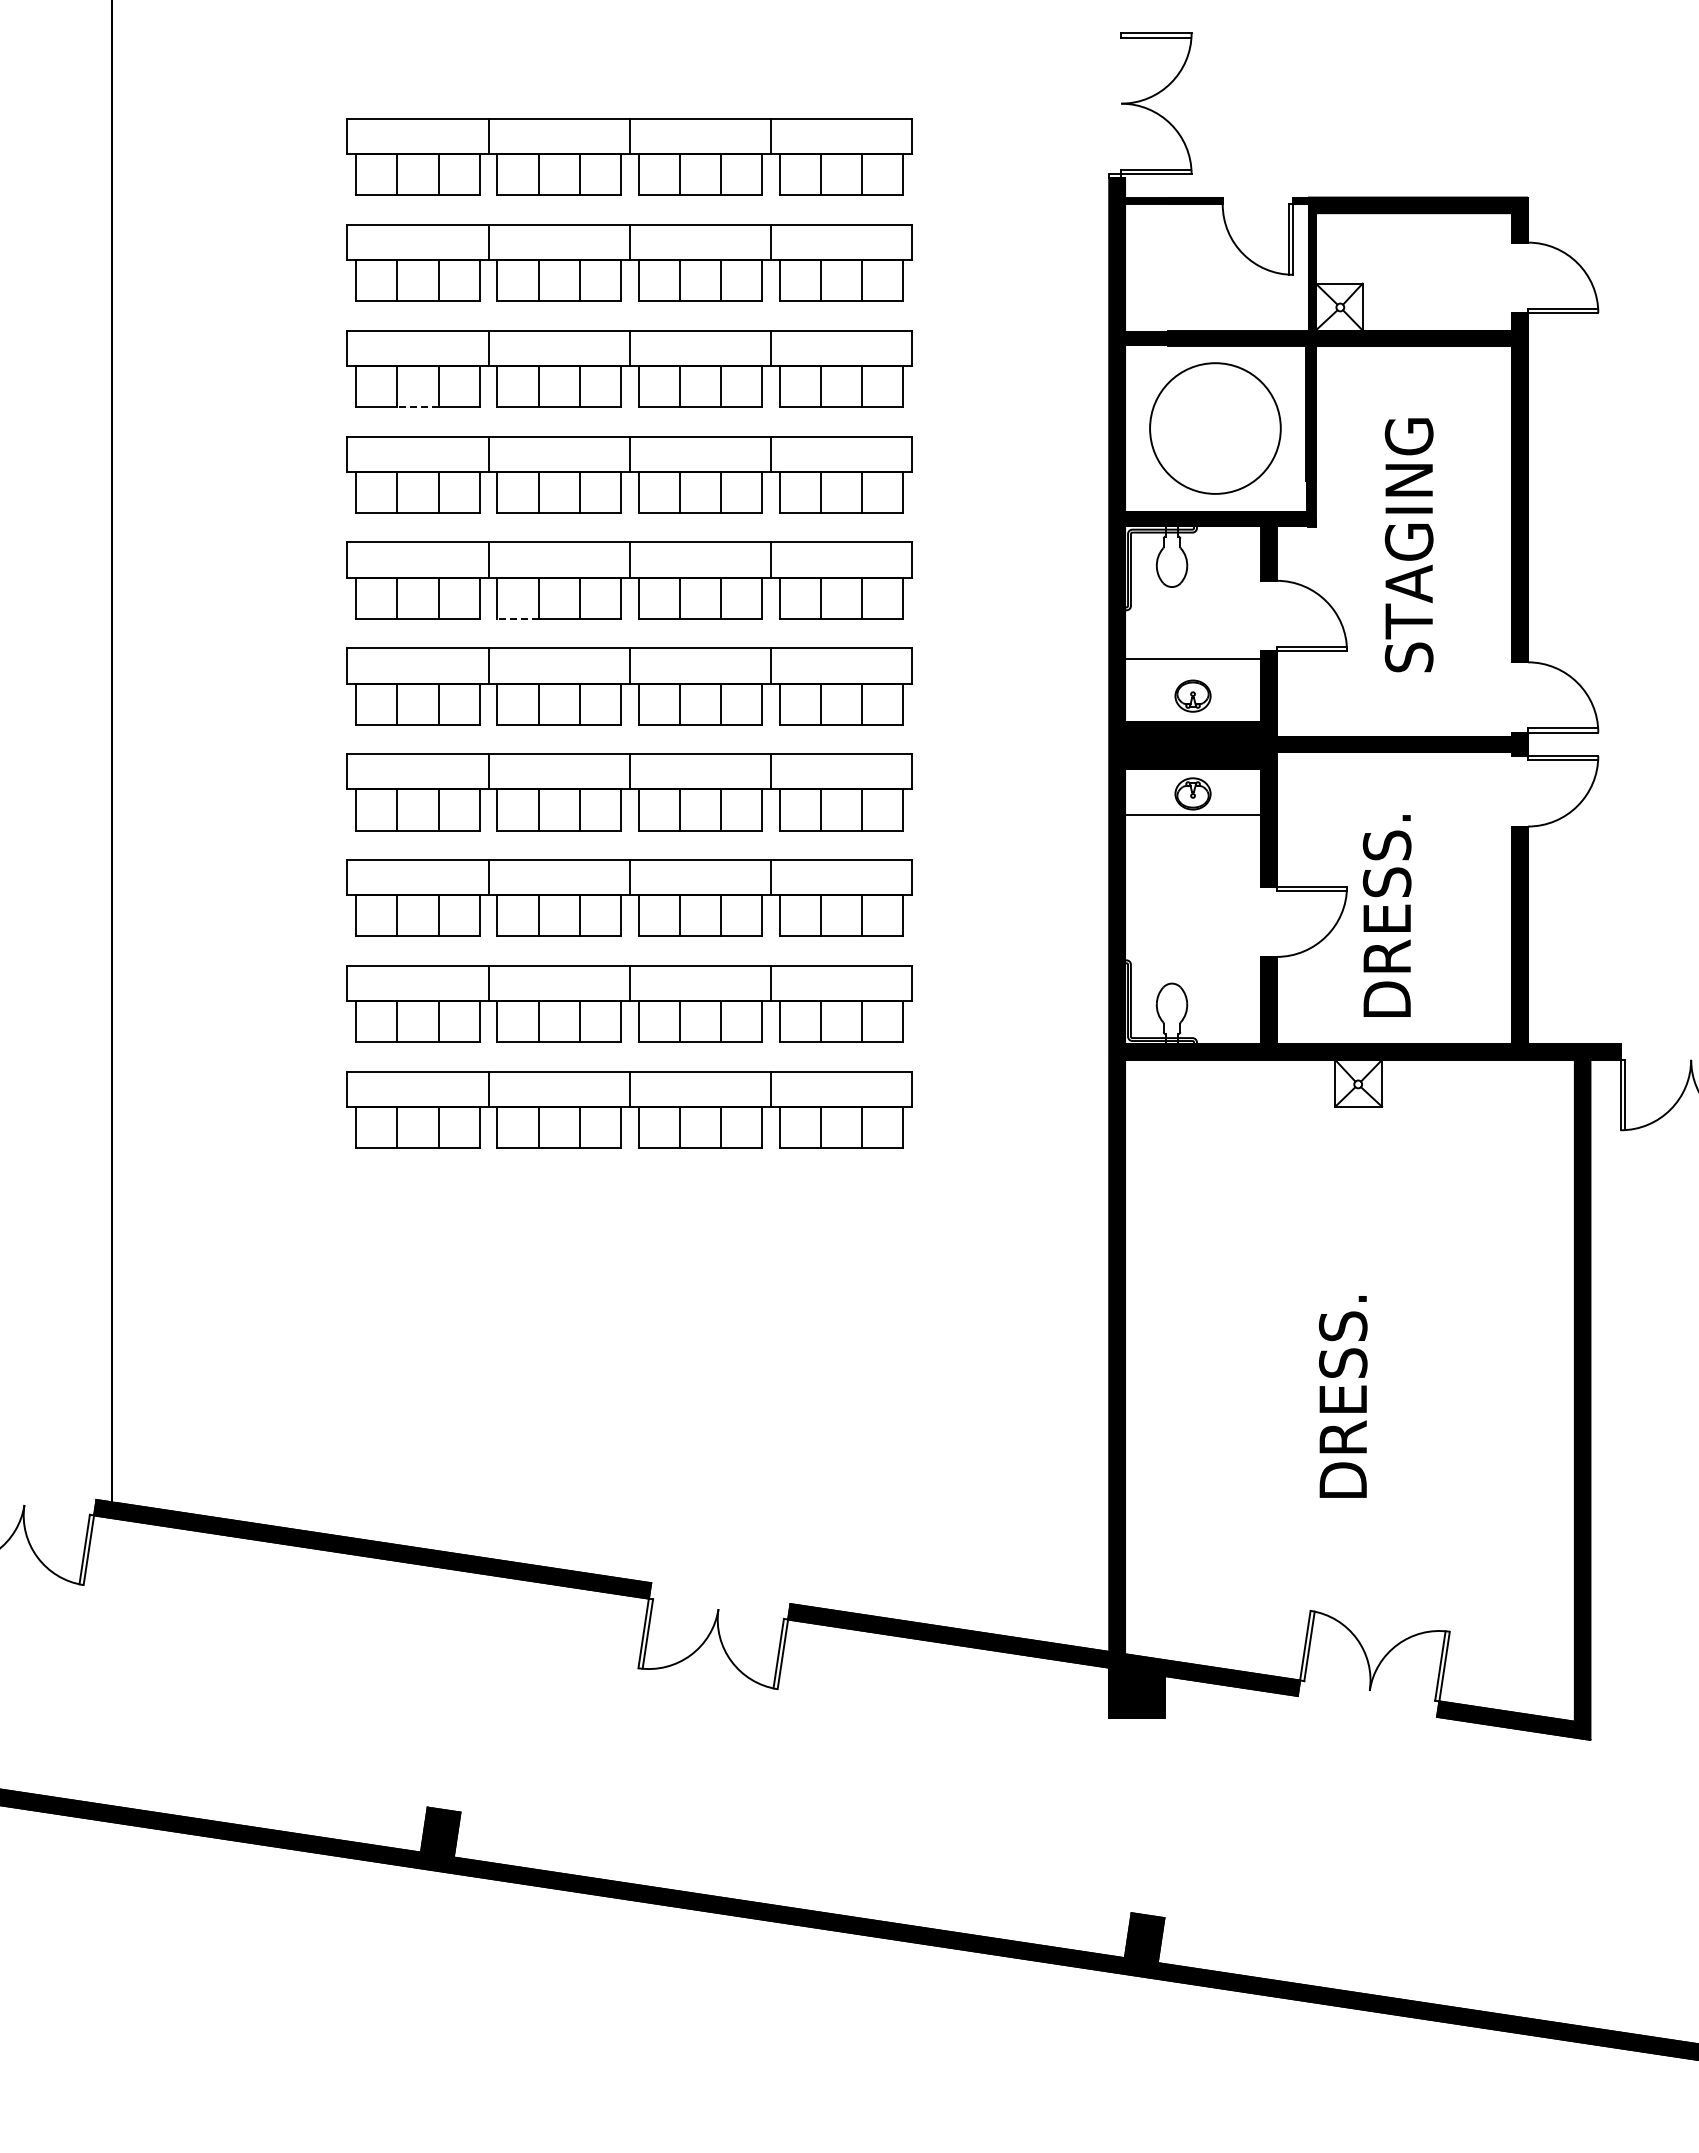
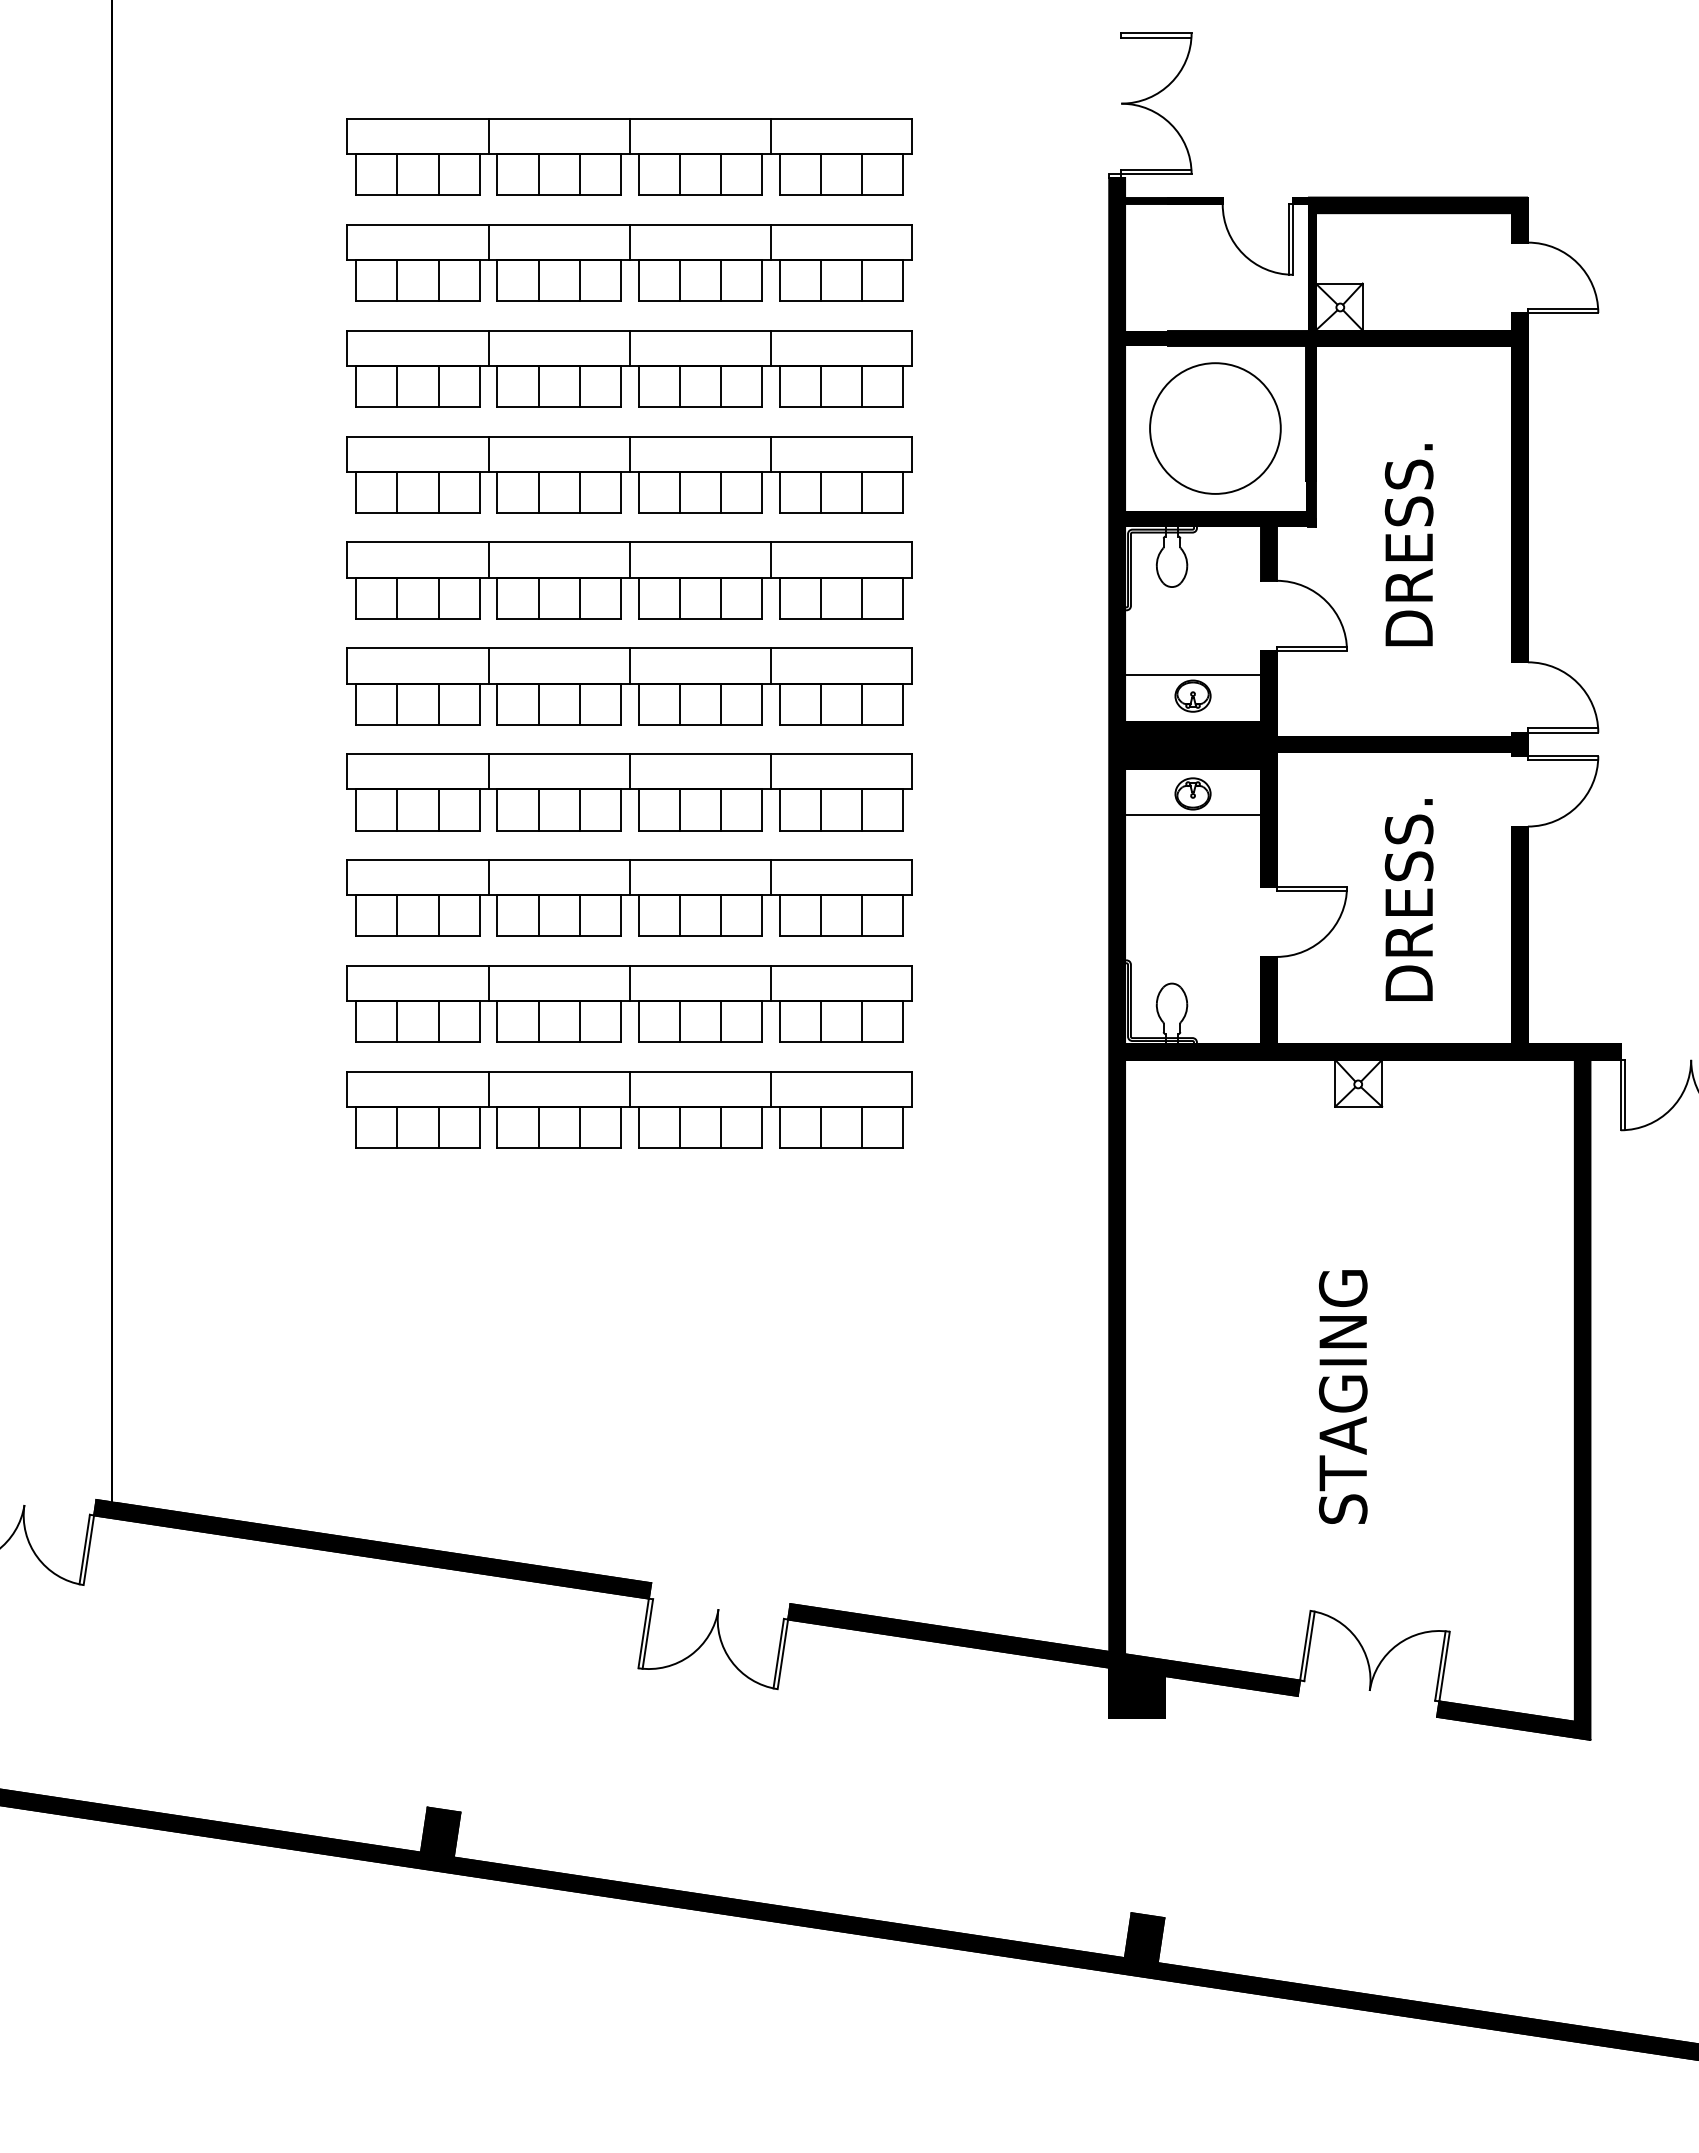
line at (418, 407): dashed -> solid
text at (1408, 545): STAGING -> DRESS.
line at (518, 618): dashed -> solid
line at (1193, 658) position: (1193, 658) -> (1193, 674)
text at (1386, 915) position: (1386, 915) -> (1408, 899)
text at (1343, 1396): DRESS. -> STAGING
